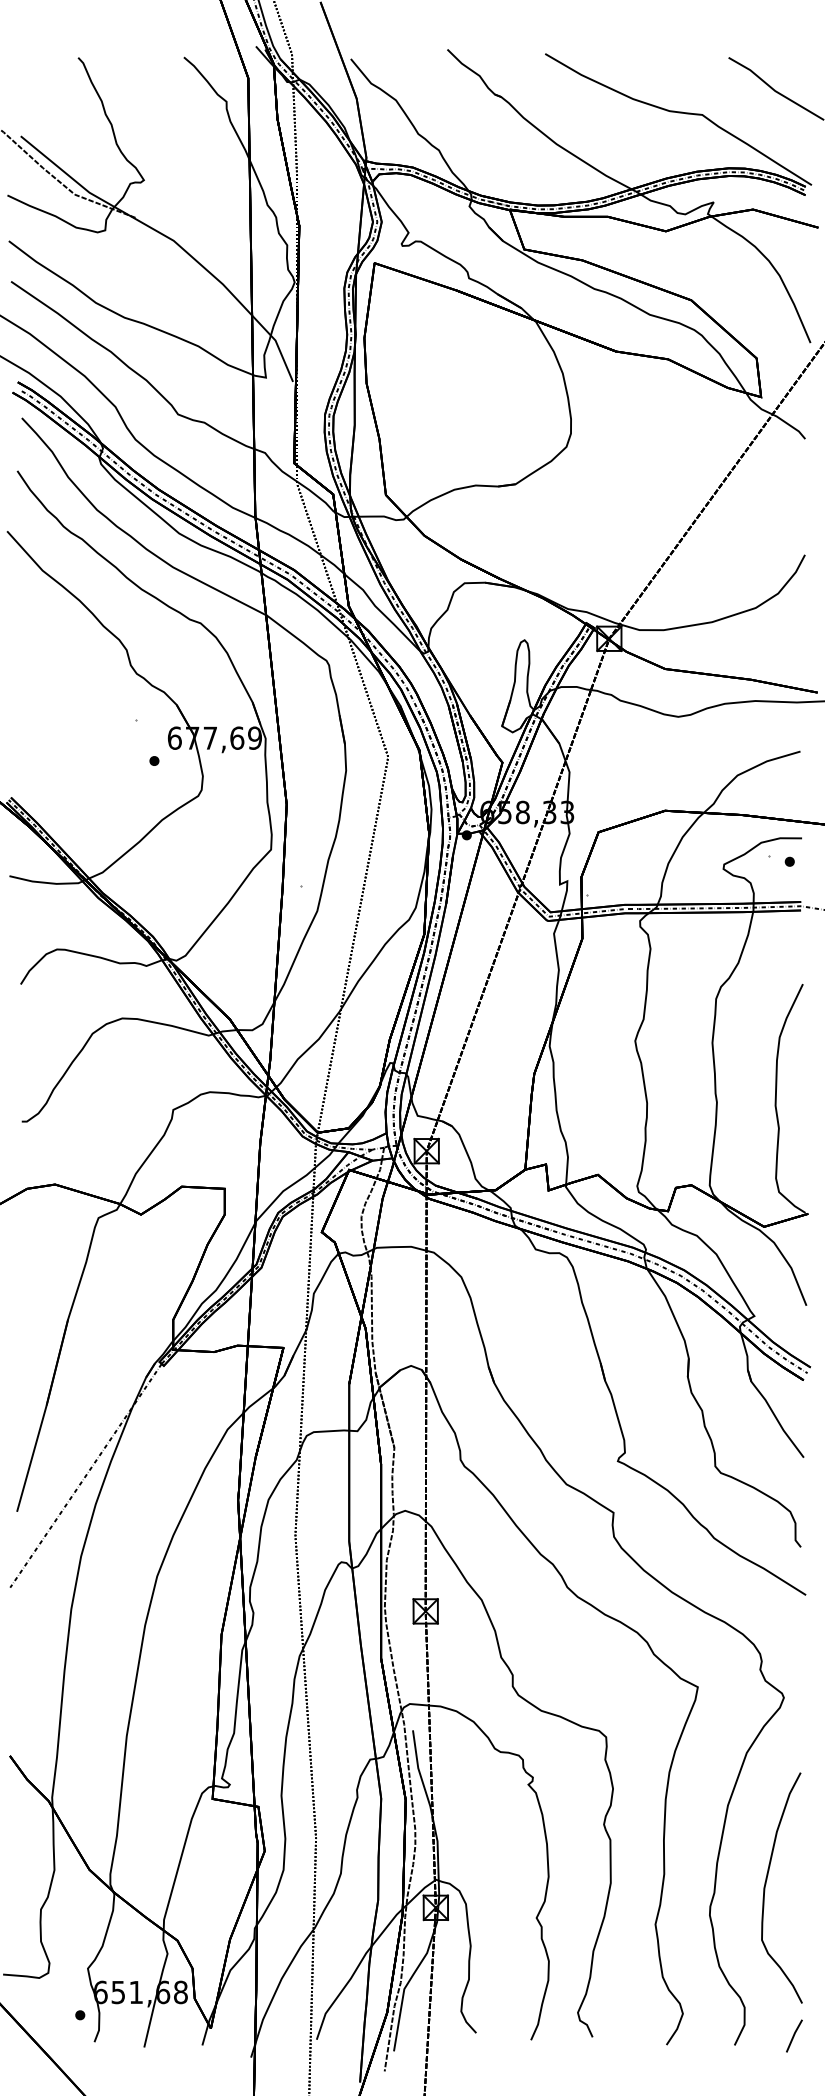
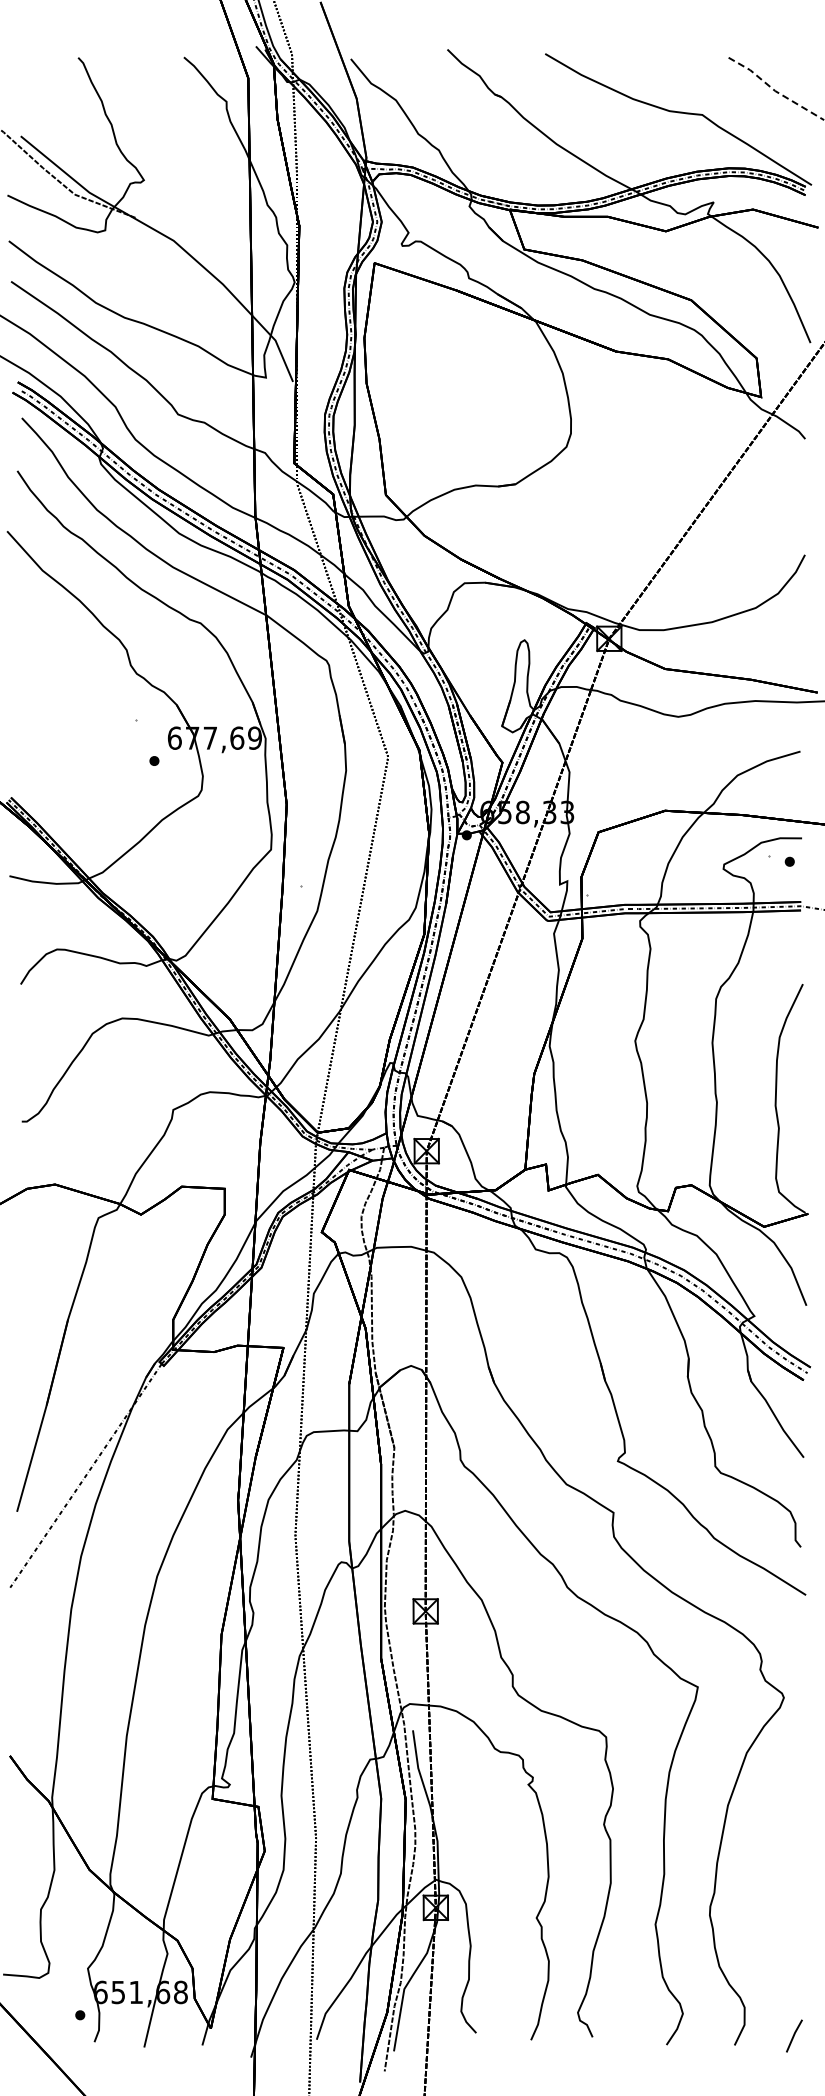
line at (775, 91): solid -> dashed
curve at (766, 1884): present -> none
